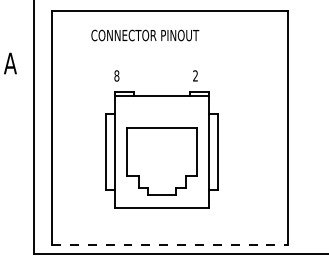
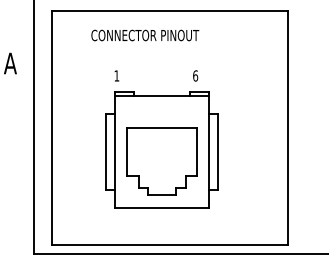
text at (116, 75): 8 -> 1
text at (195, 75): 2 -> 6
line at (169, 245): dashed -> solid
